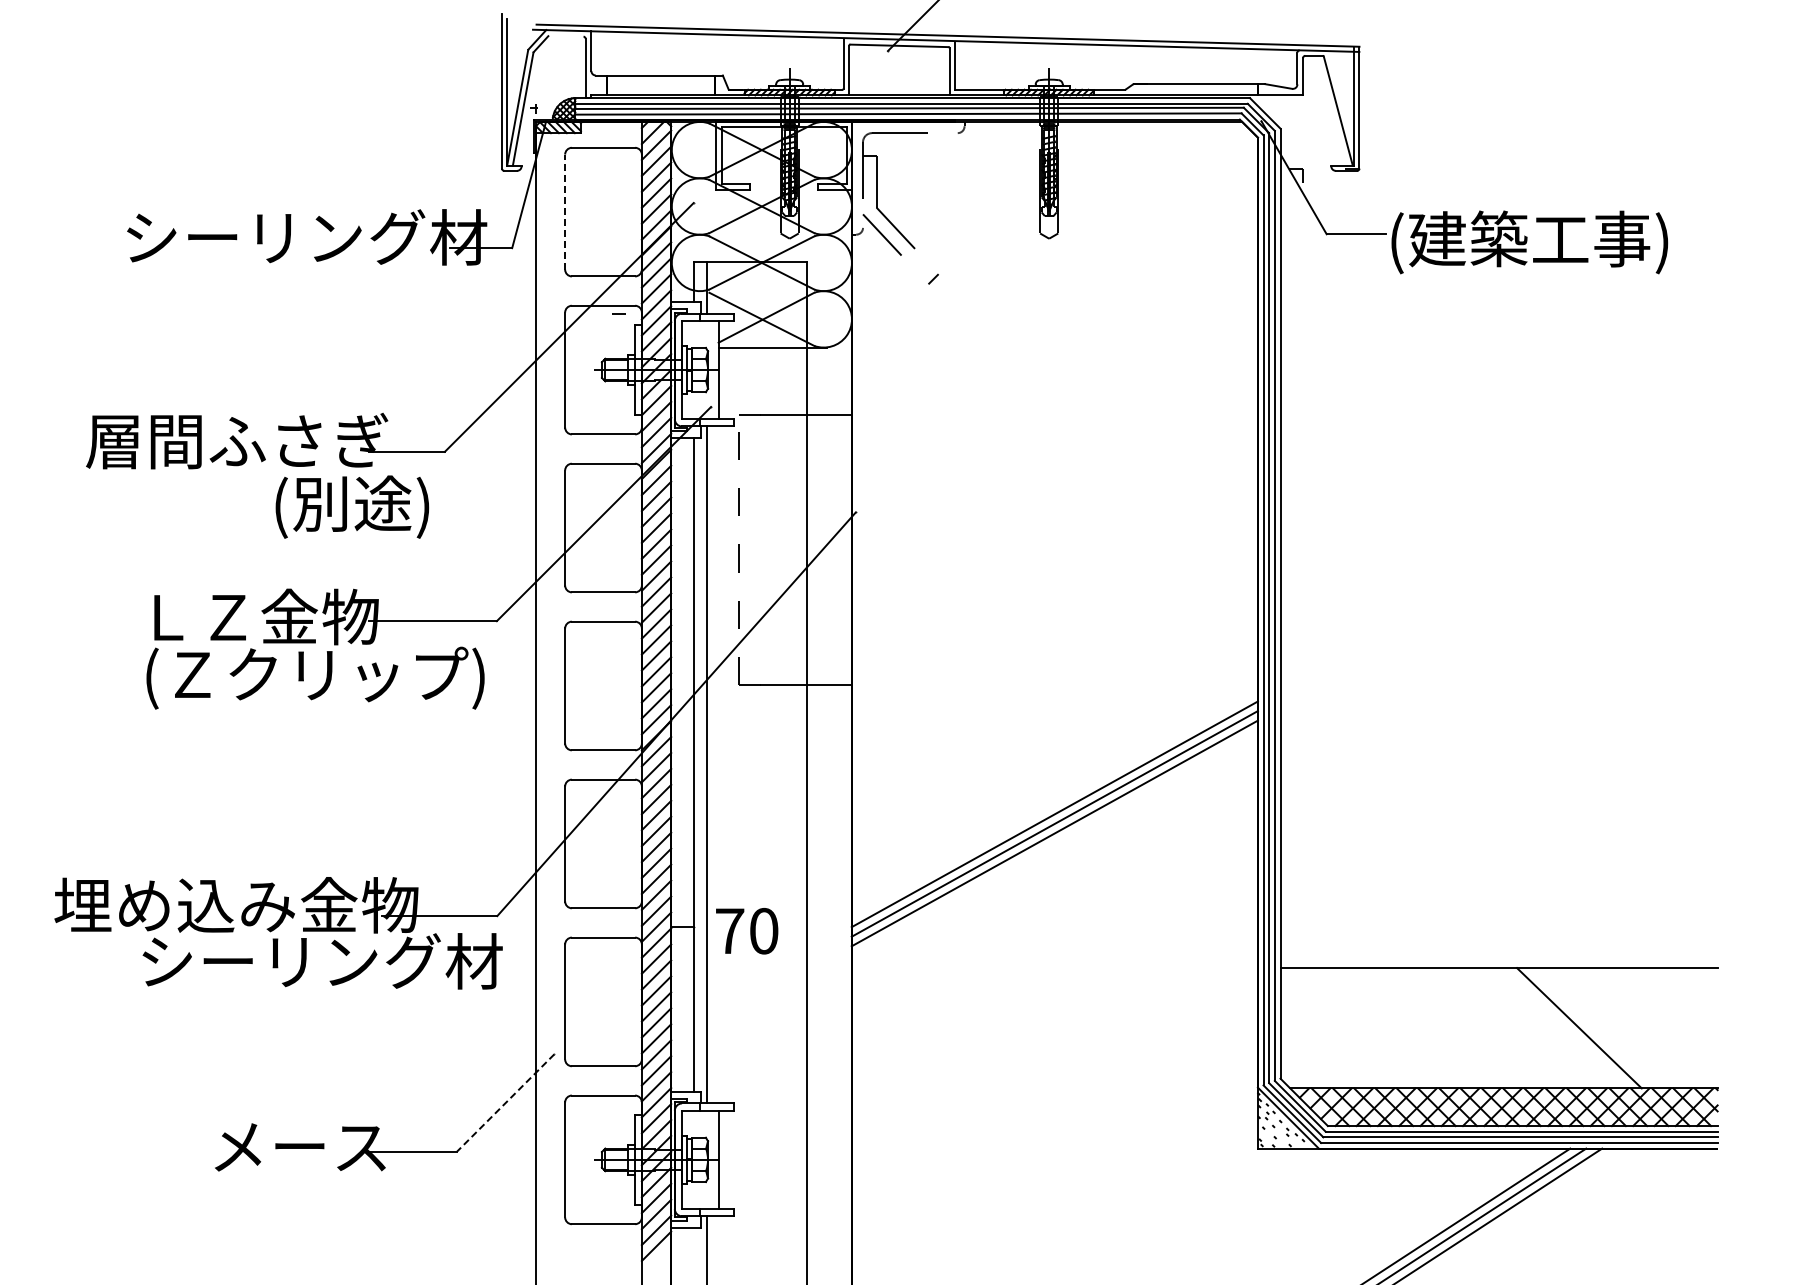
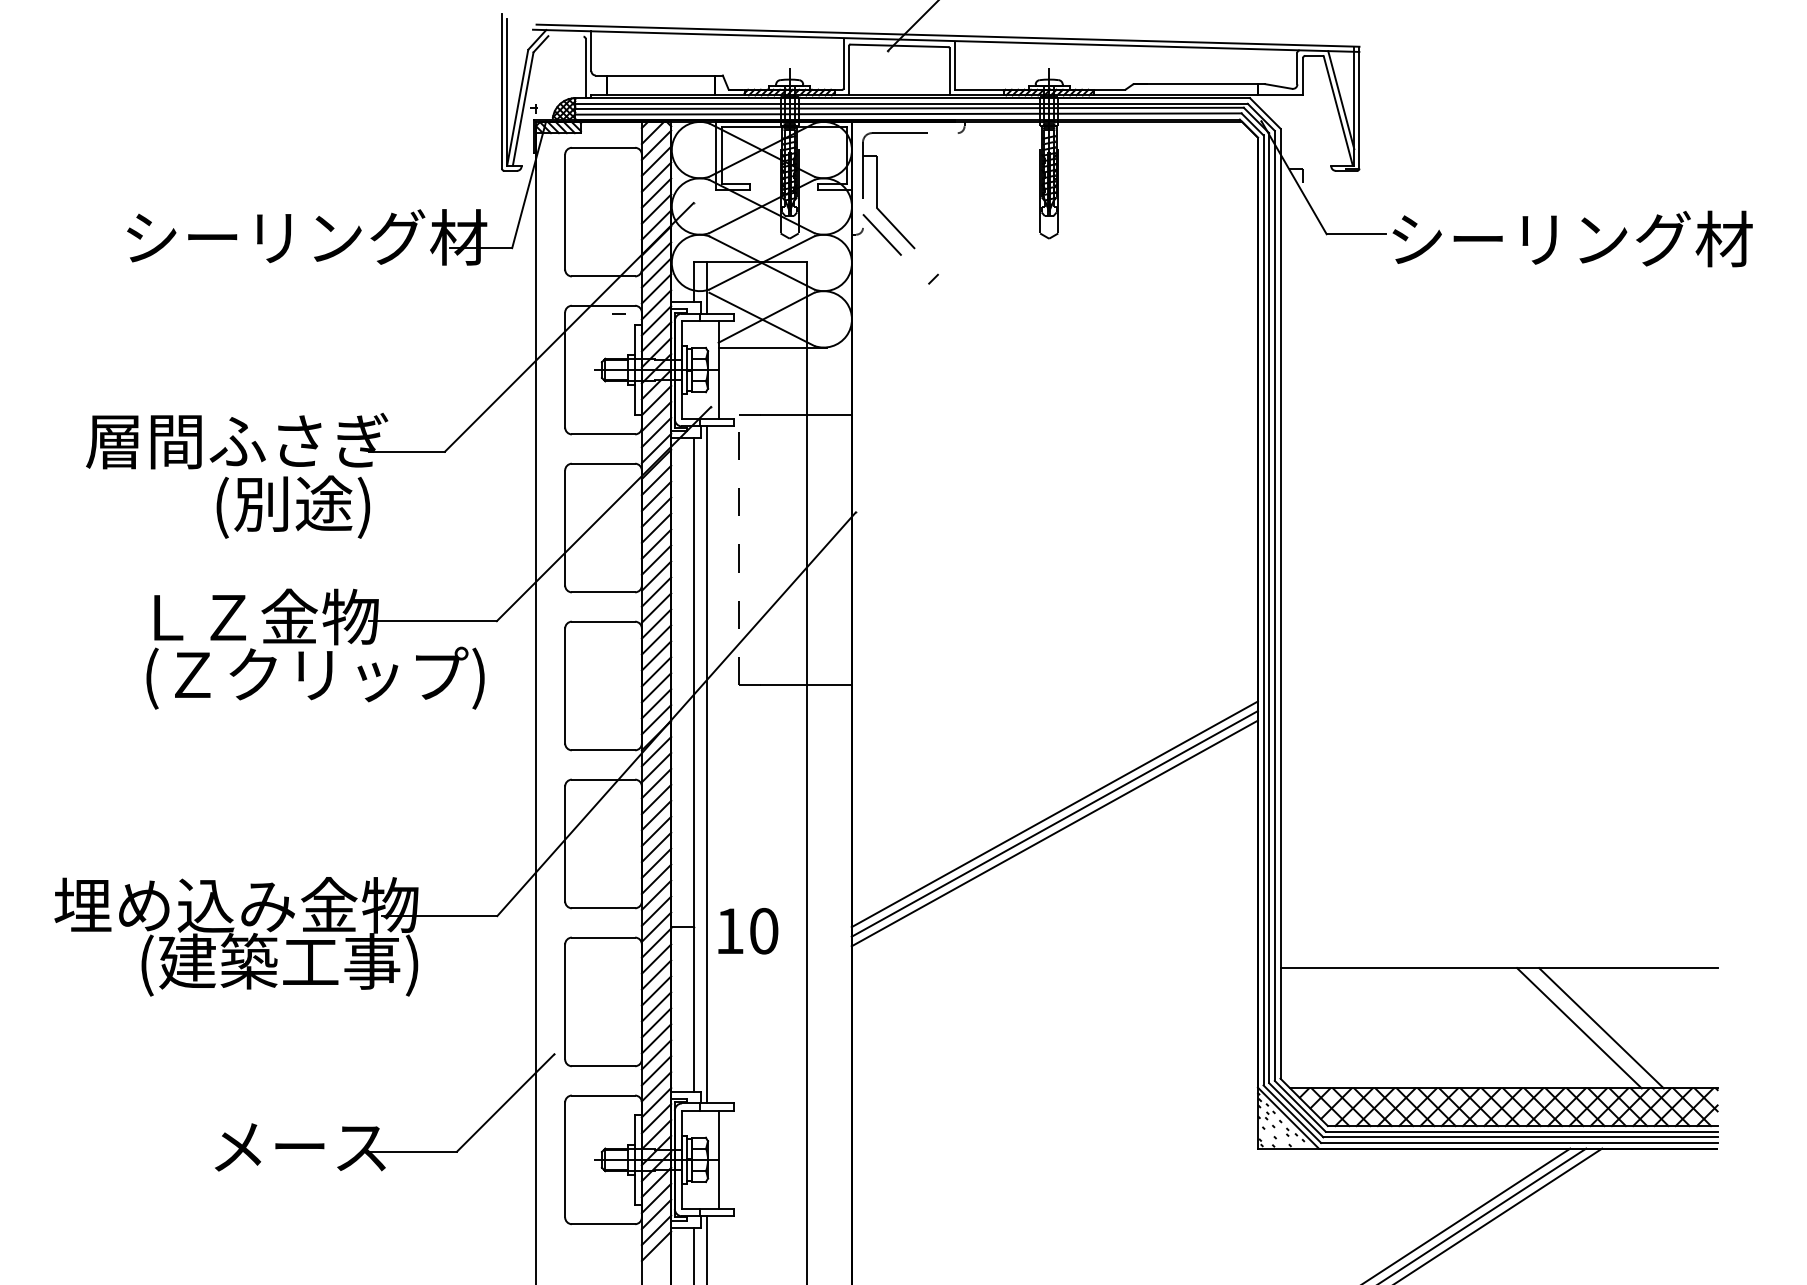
line at (1341, 100): none -> present
line at (565, 212): dashed -> solid
text at (1571, 242): (建築工事) -> シーリング材
text at (352, 506) position: (352, 506) -> (293, 506)
text at (730, 930): 70 -> 10
text at (321, 964): シーリング材 -> (建築工事)
line at (1601, 1028): none -> present
line at (505, 1103): dashed -> solid
line at (693, 1254): none -> present
